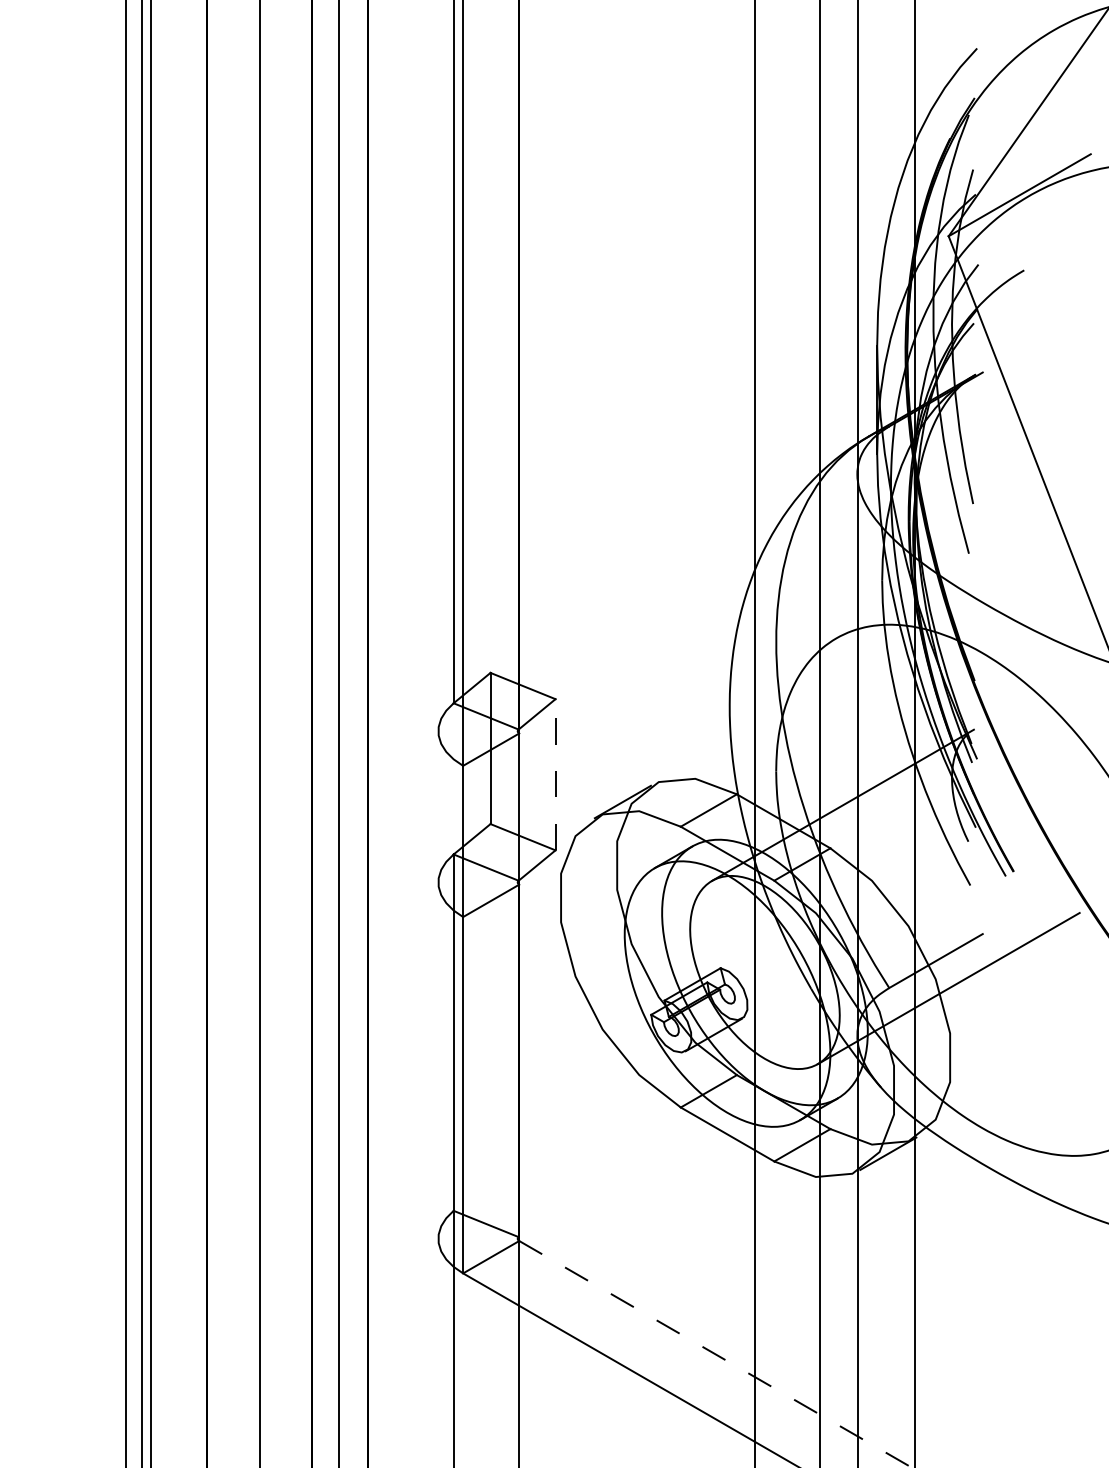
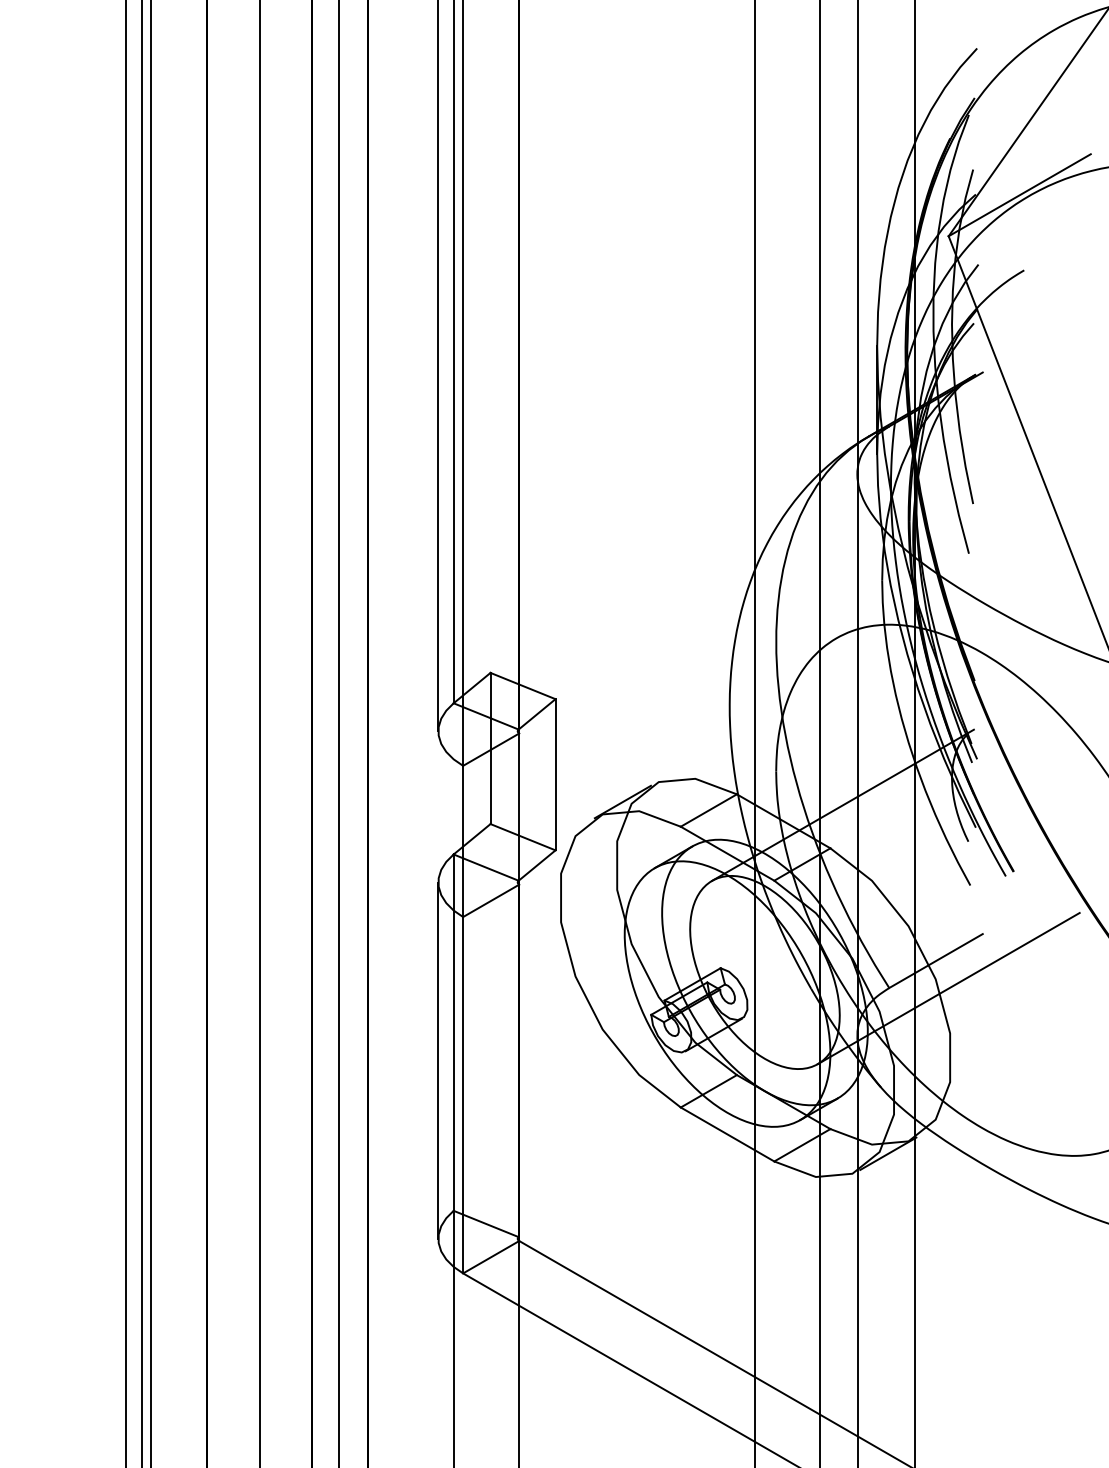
line at (438, 366): none -> present
line at (555, 774): dashed -> solid
line at (438, 1060): none -> present
line at (715, 1354): dashed -> solid
